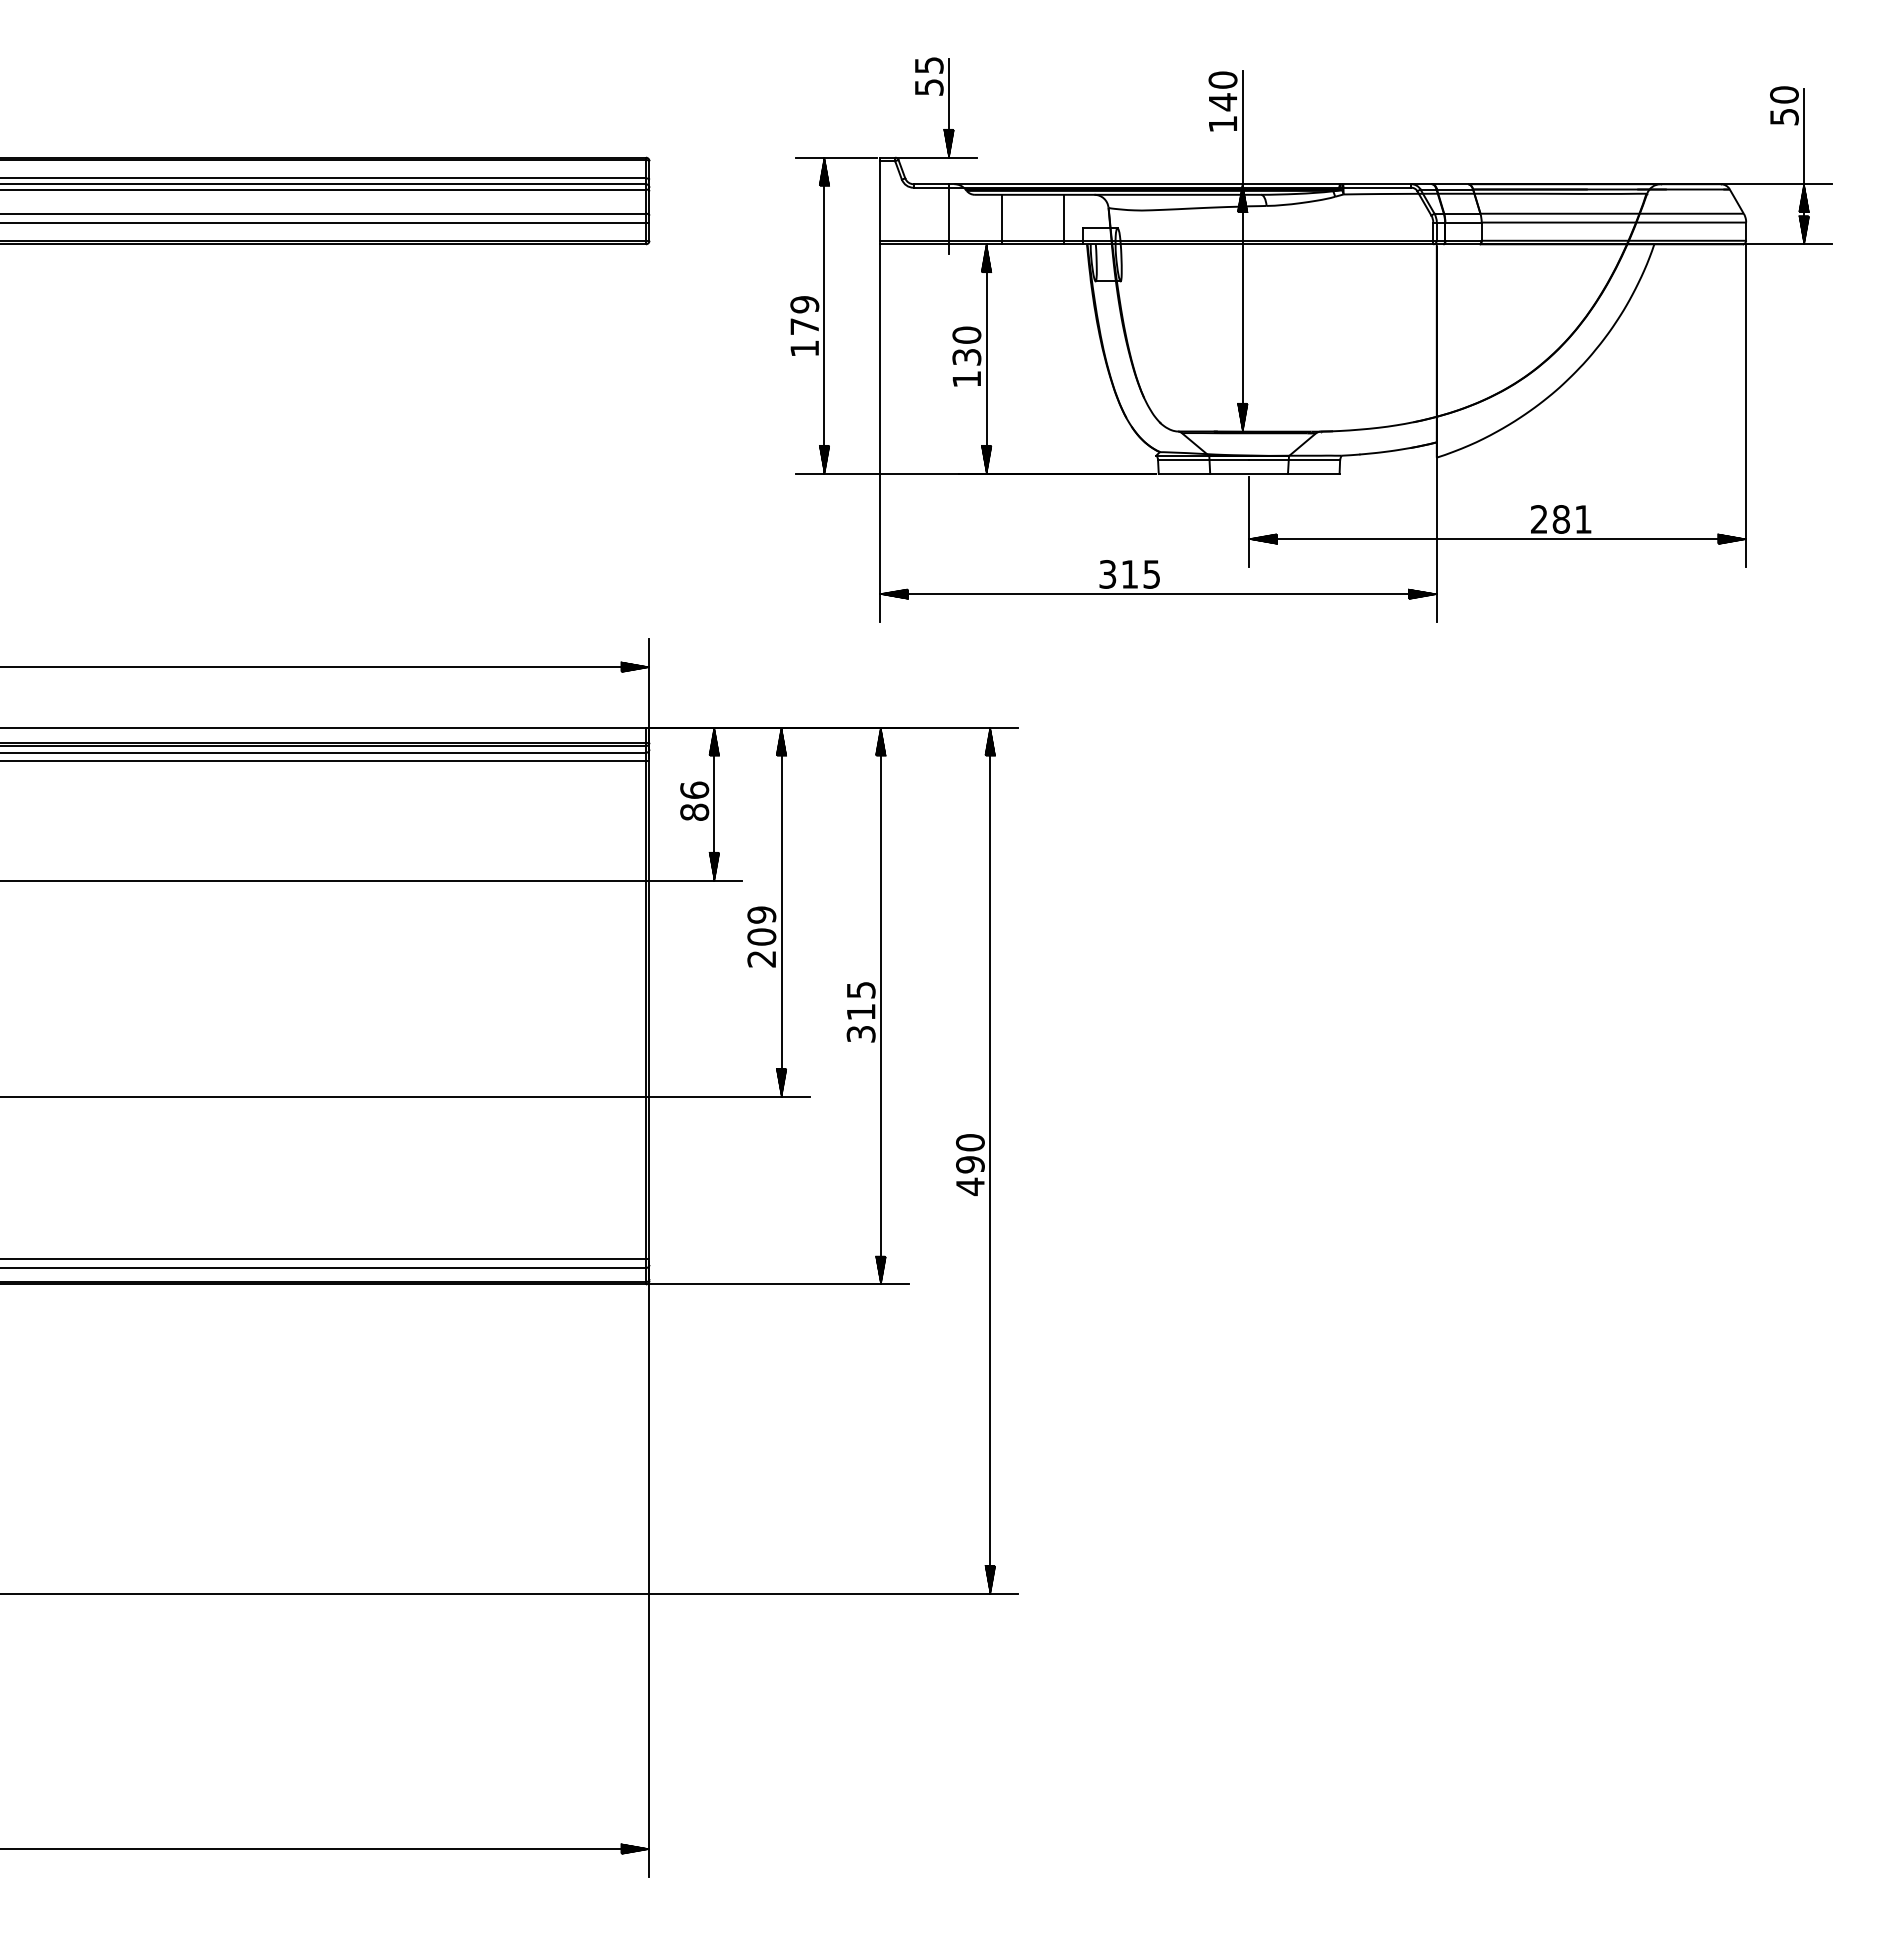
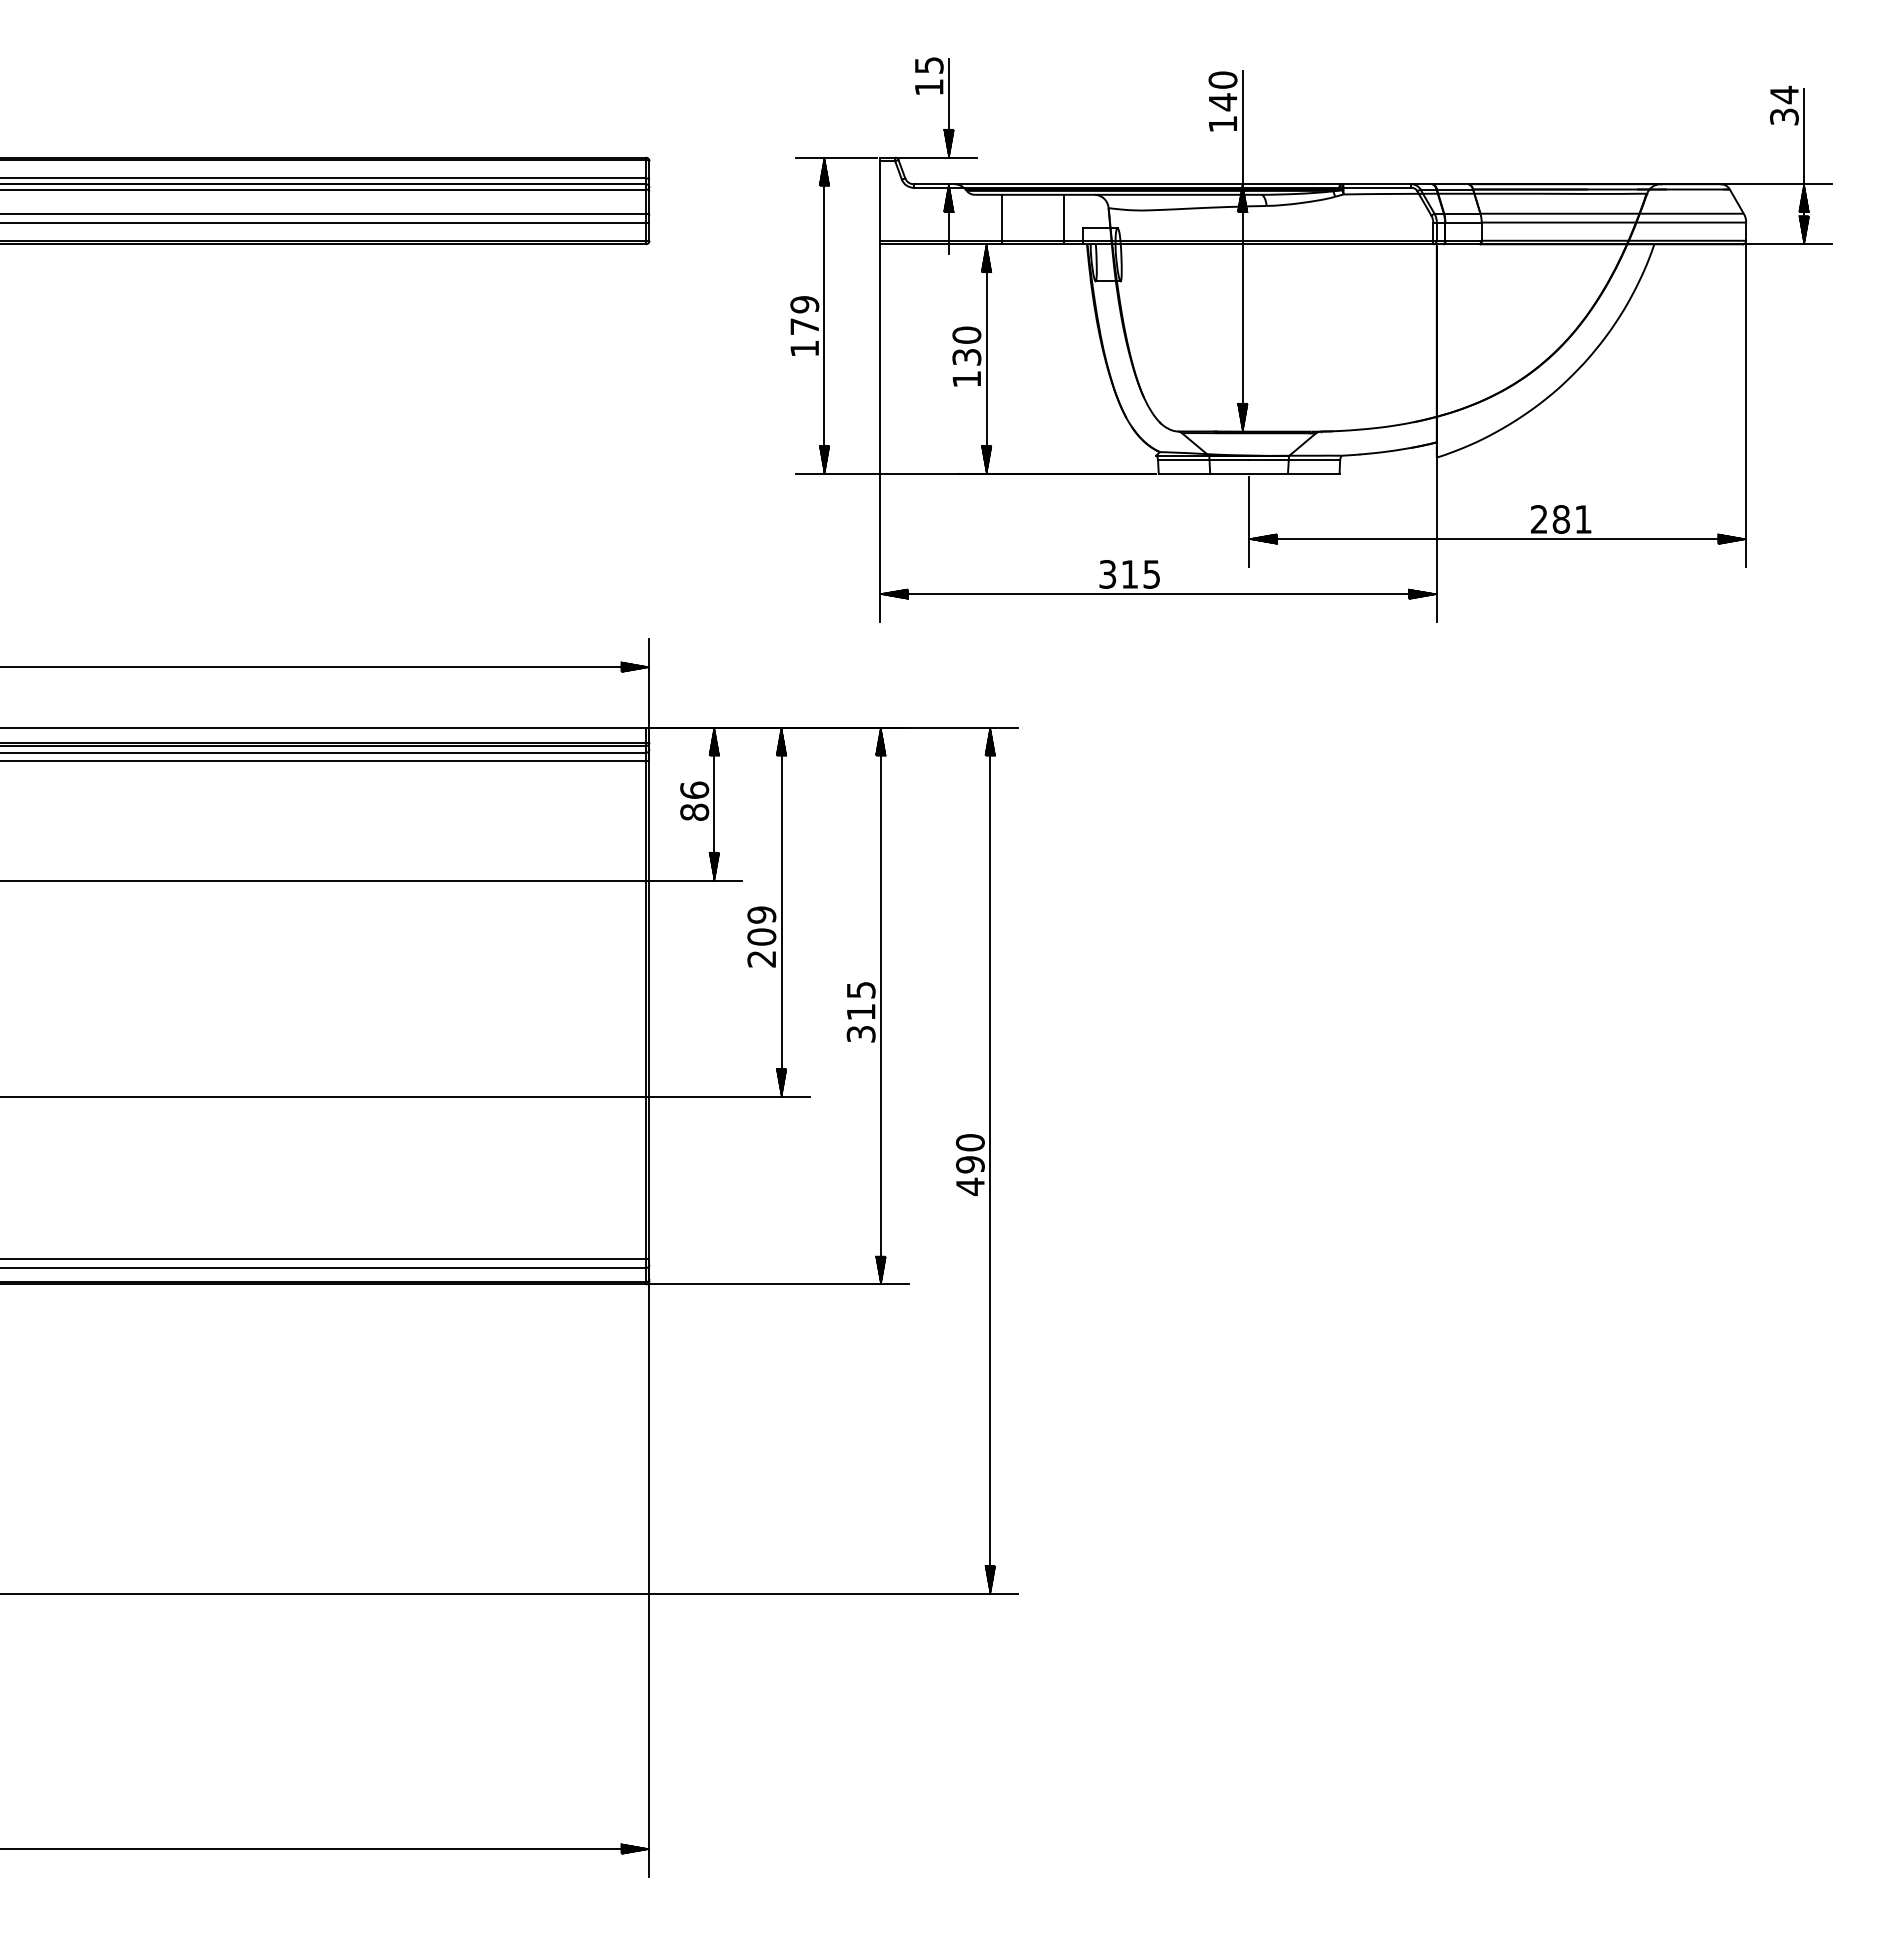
text at (929, 87): 55 -> 15
text at (1784, 104): 50 -> 34
hatch at (948, 198): none -> present
